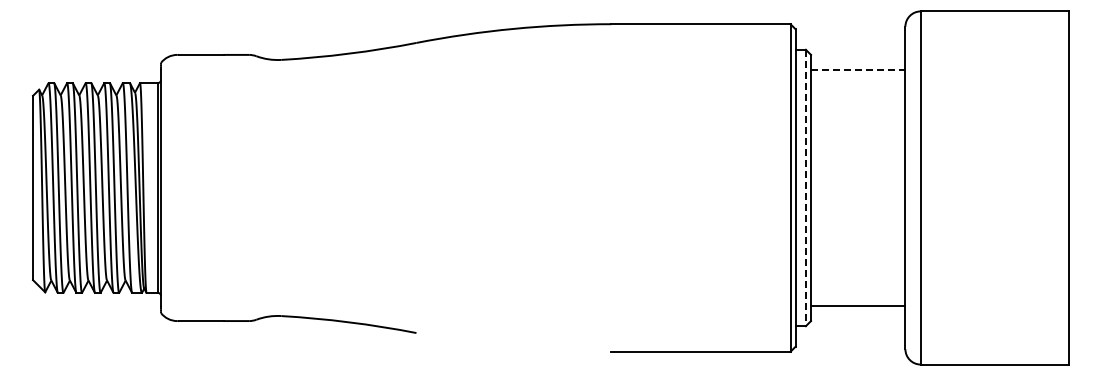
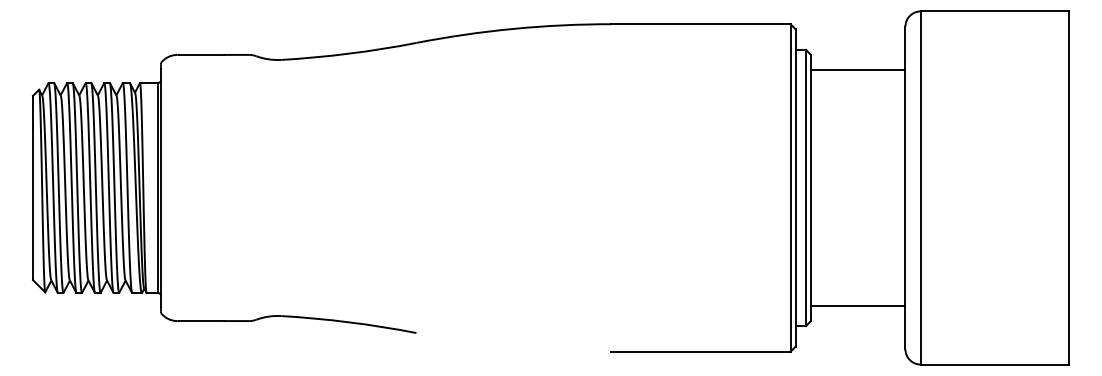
line at (858, 70): dashed -> solid
line at (805, 188): dashed -> solid
